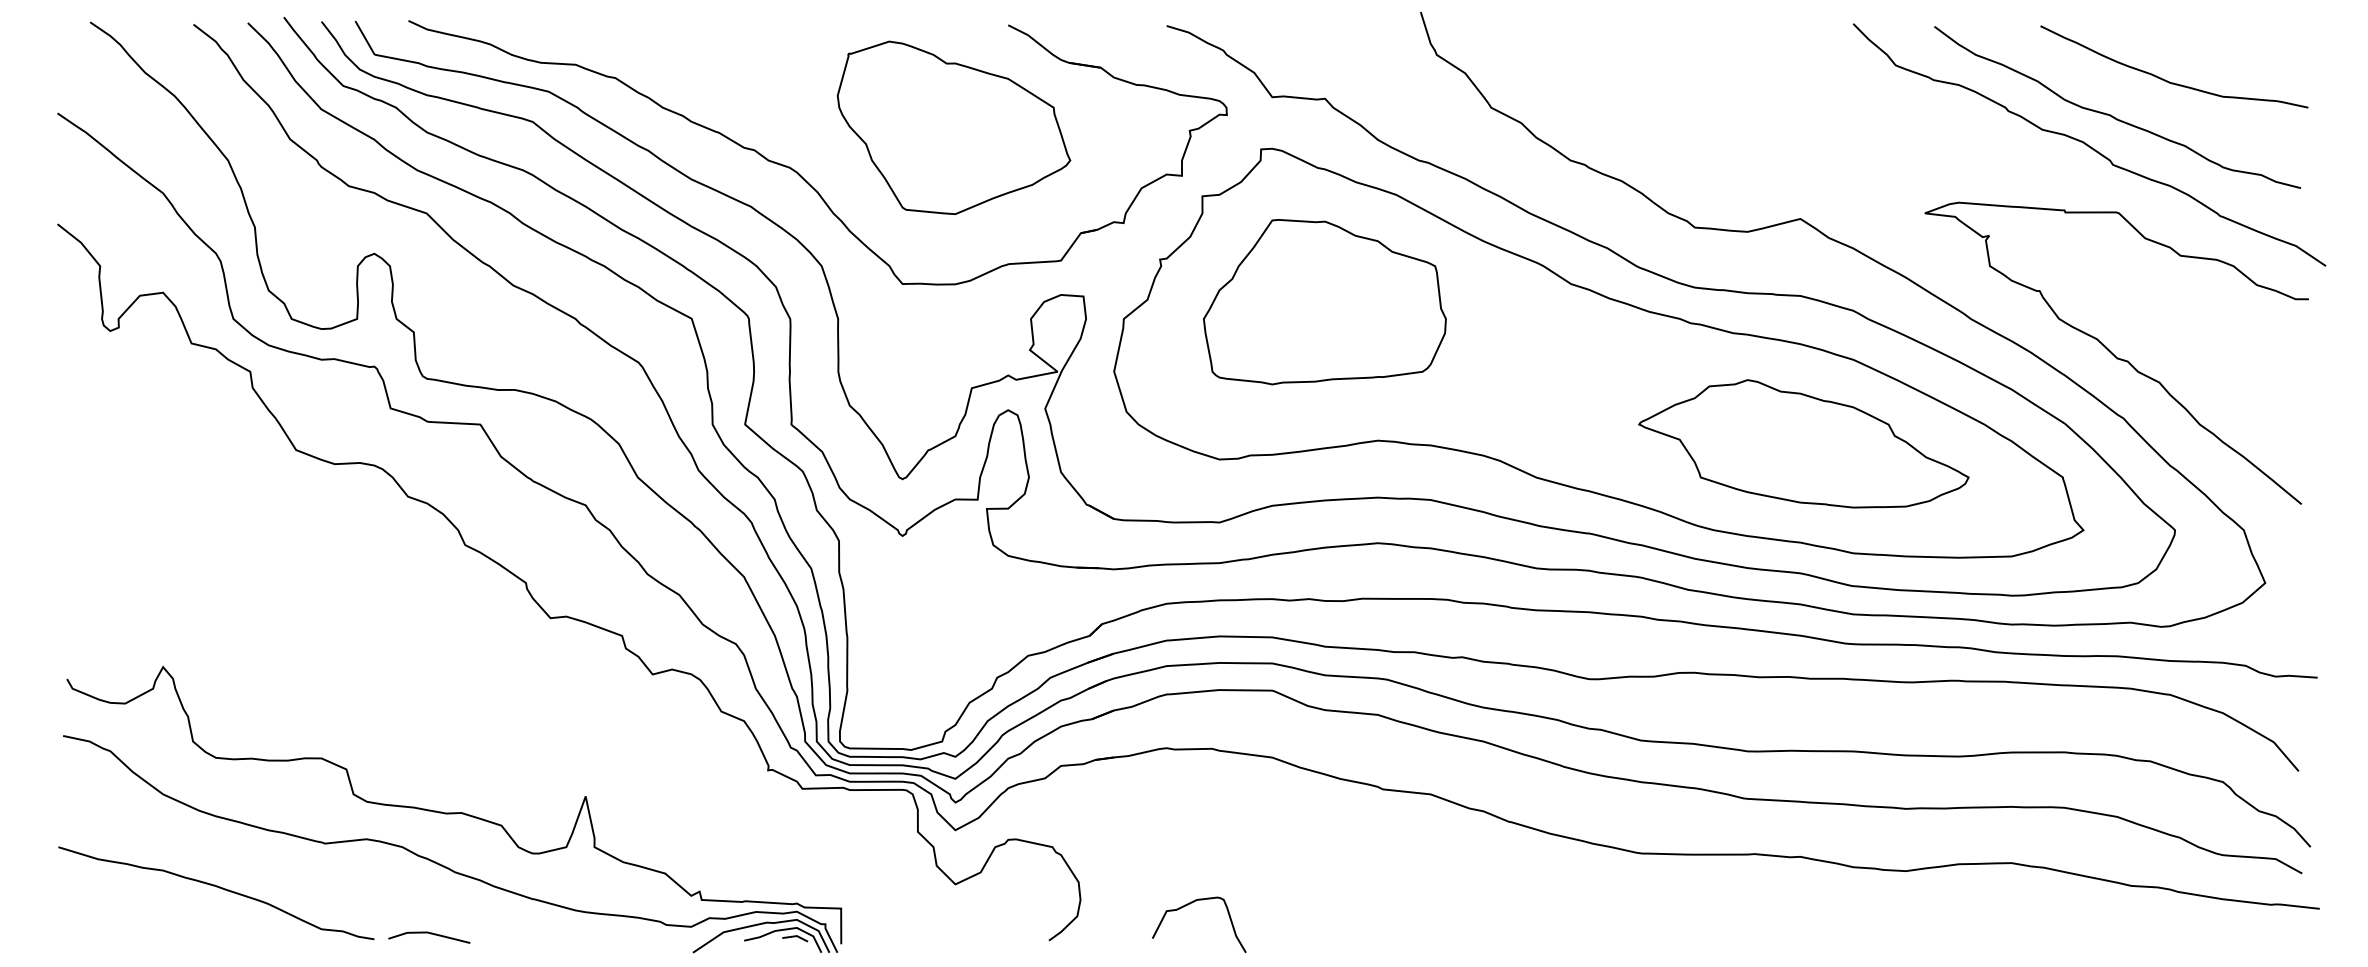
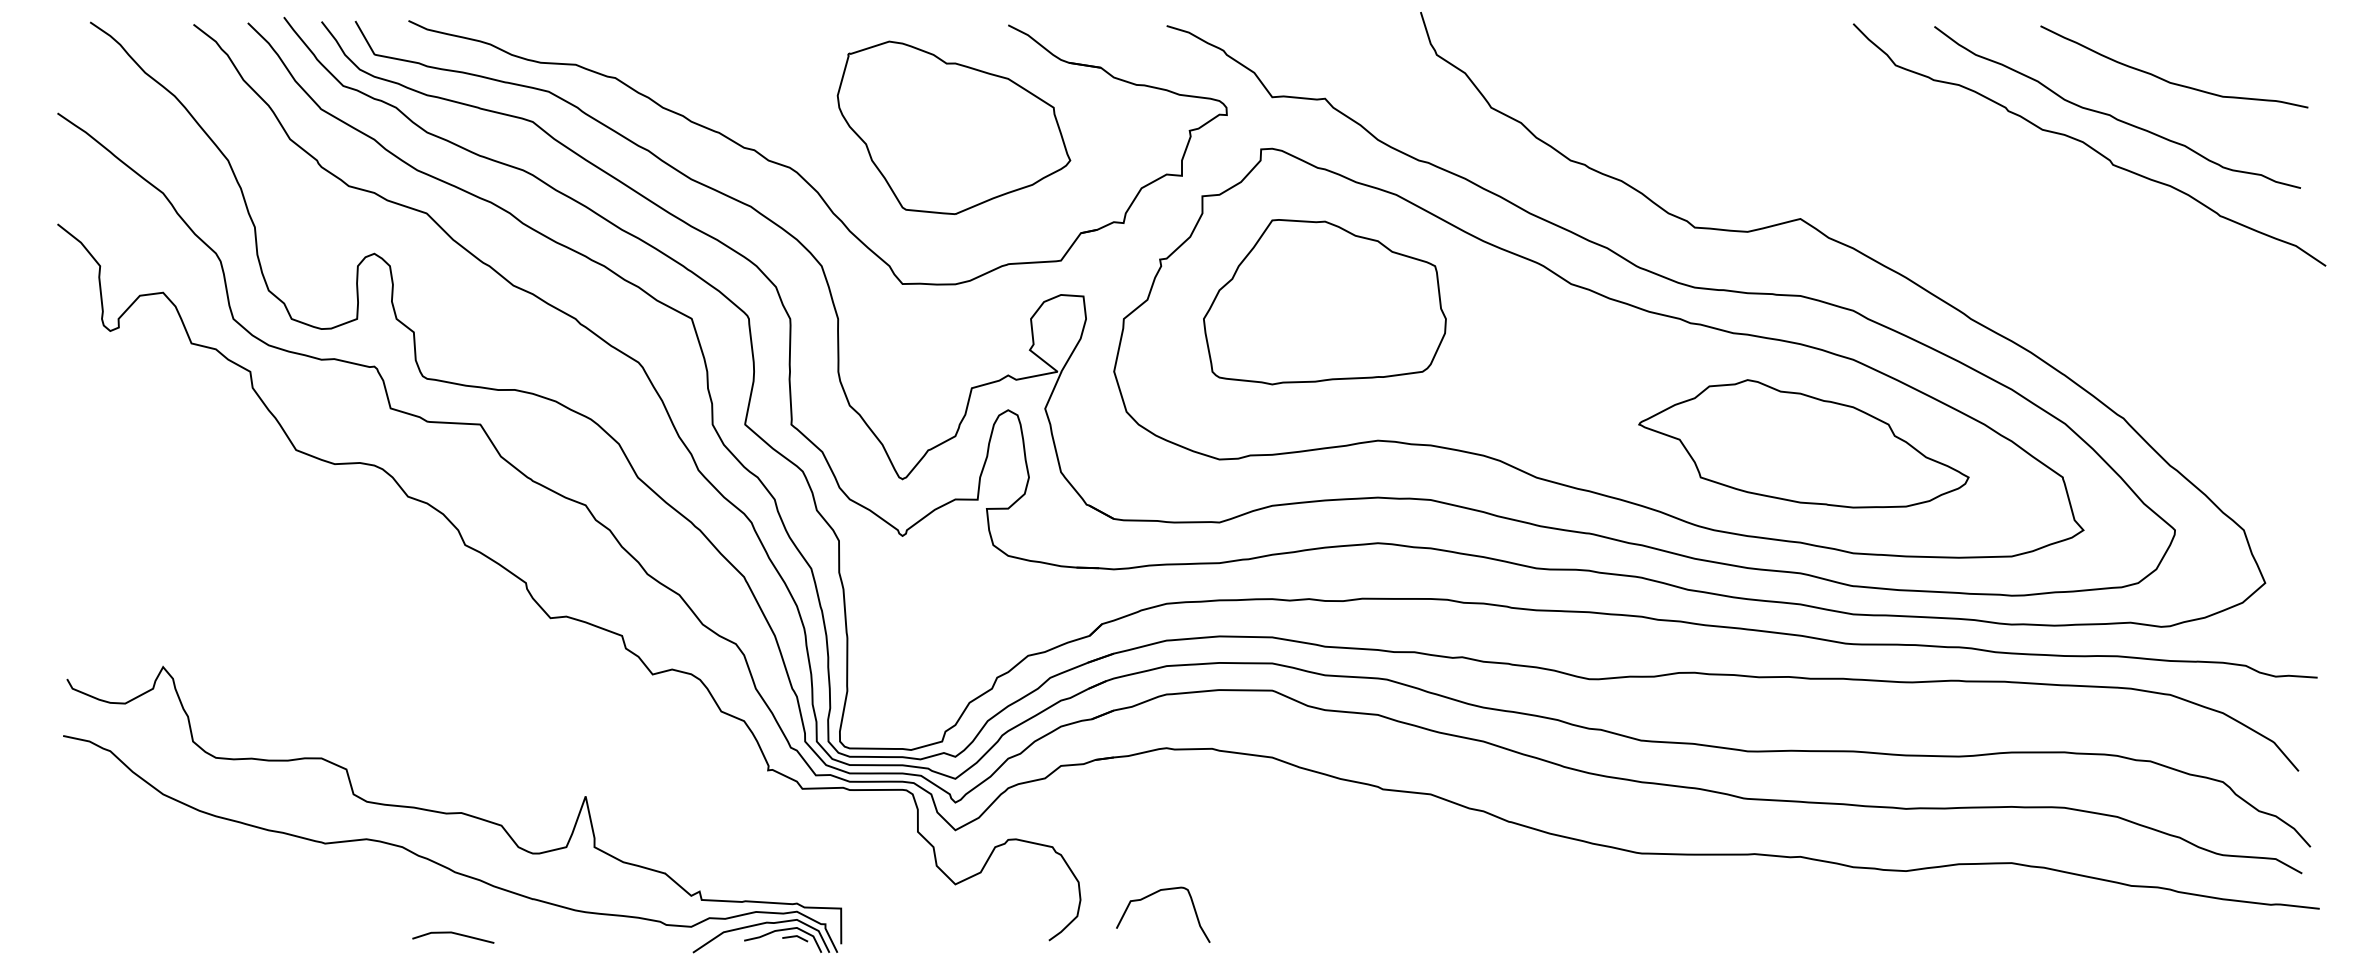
curve at (2114, 354): present -> none
curve at (219, 888): present -> none
curve at (1190, 904) position: (1190, 904) -> (1154, 894)
line at (430, 934) position: (430, 934) -> (454, 934)
